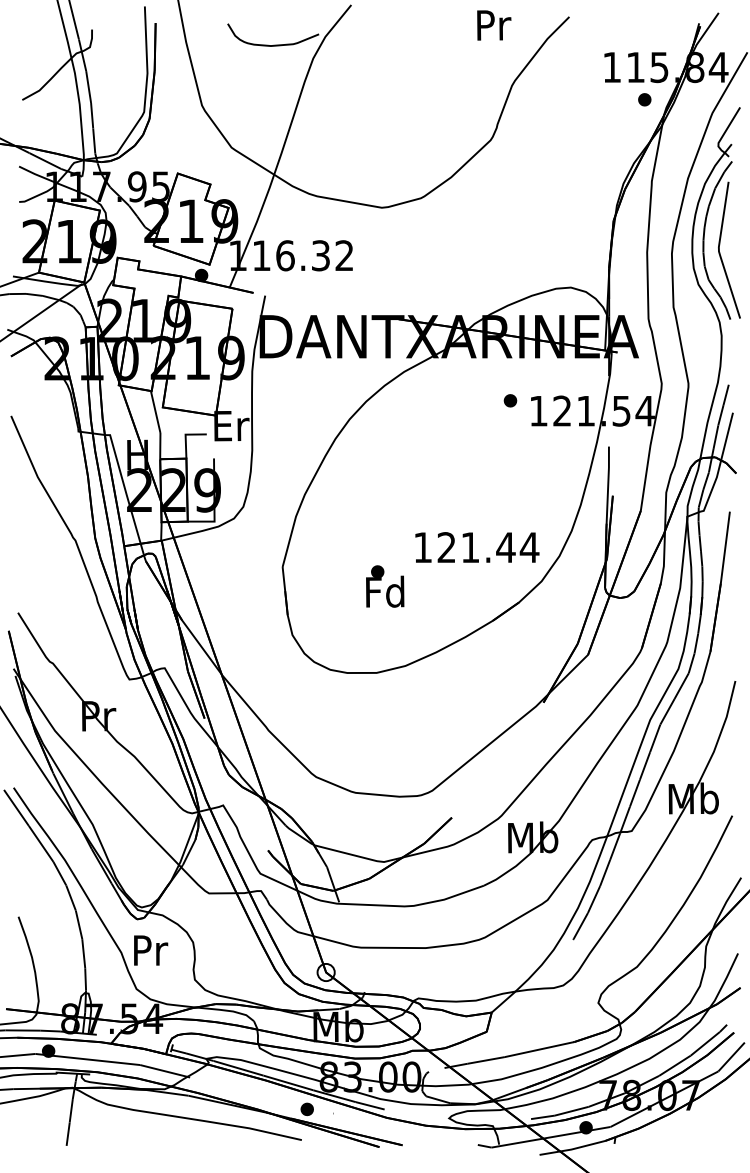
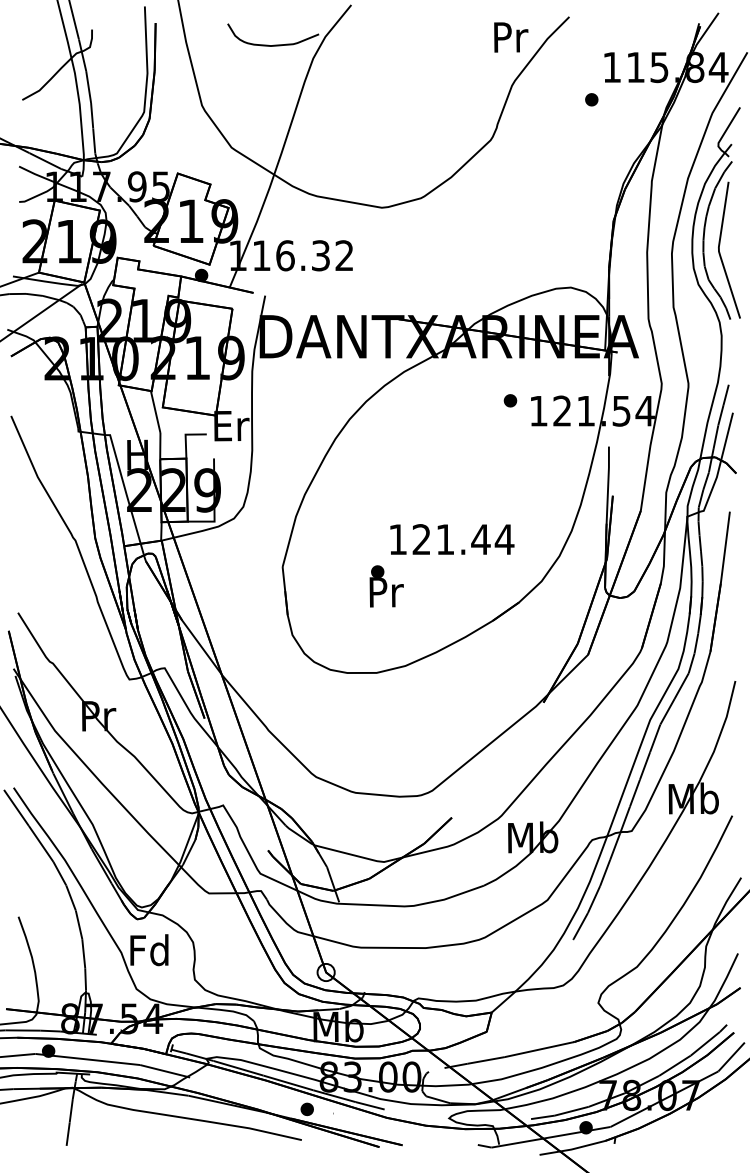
text at (494, 25) position: (494, 25) -> (511, 37)
part at (644, 99) position: (644, 99) -> (591, 99)
text at (477, 547) position: (477, 547) -> (452, 539)
text at (385, 591): Fd -> Pr
text at (149, 950): Pr -> Fd
